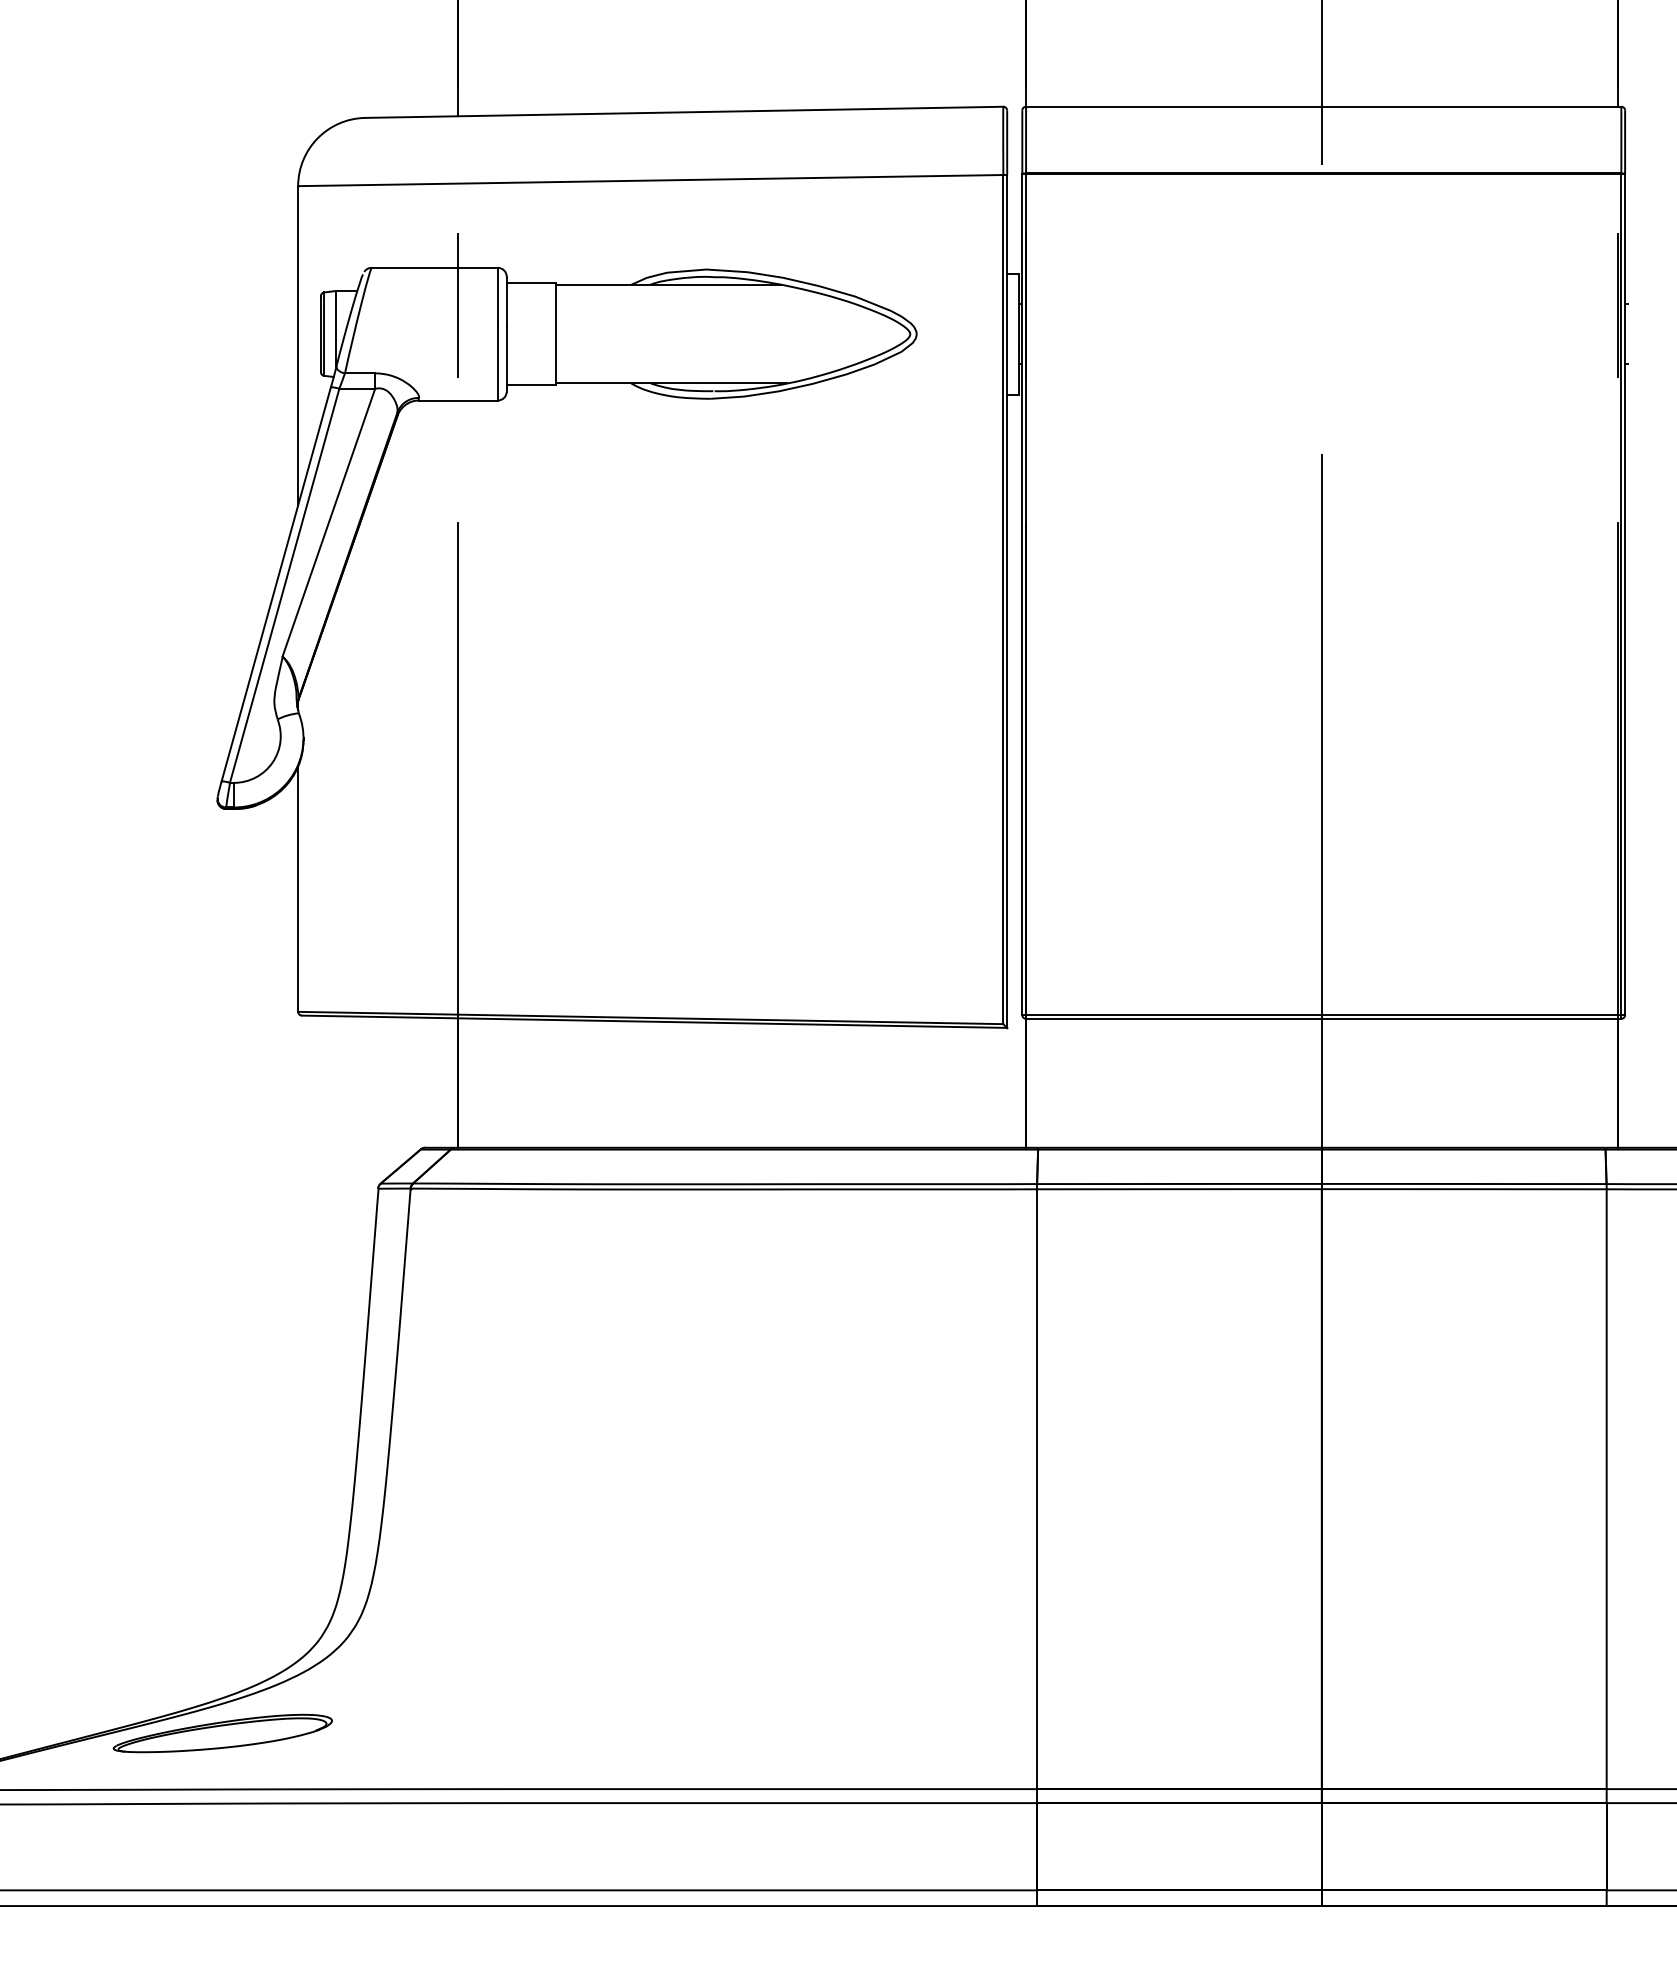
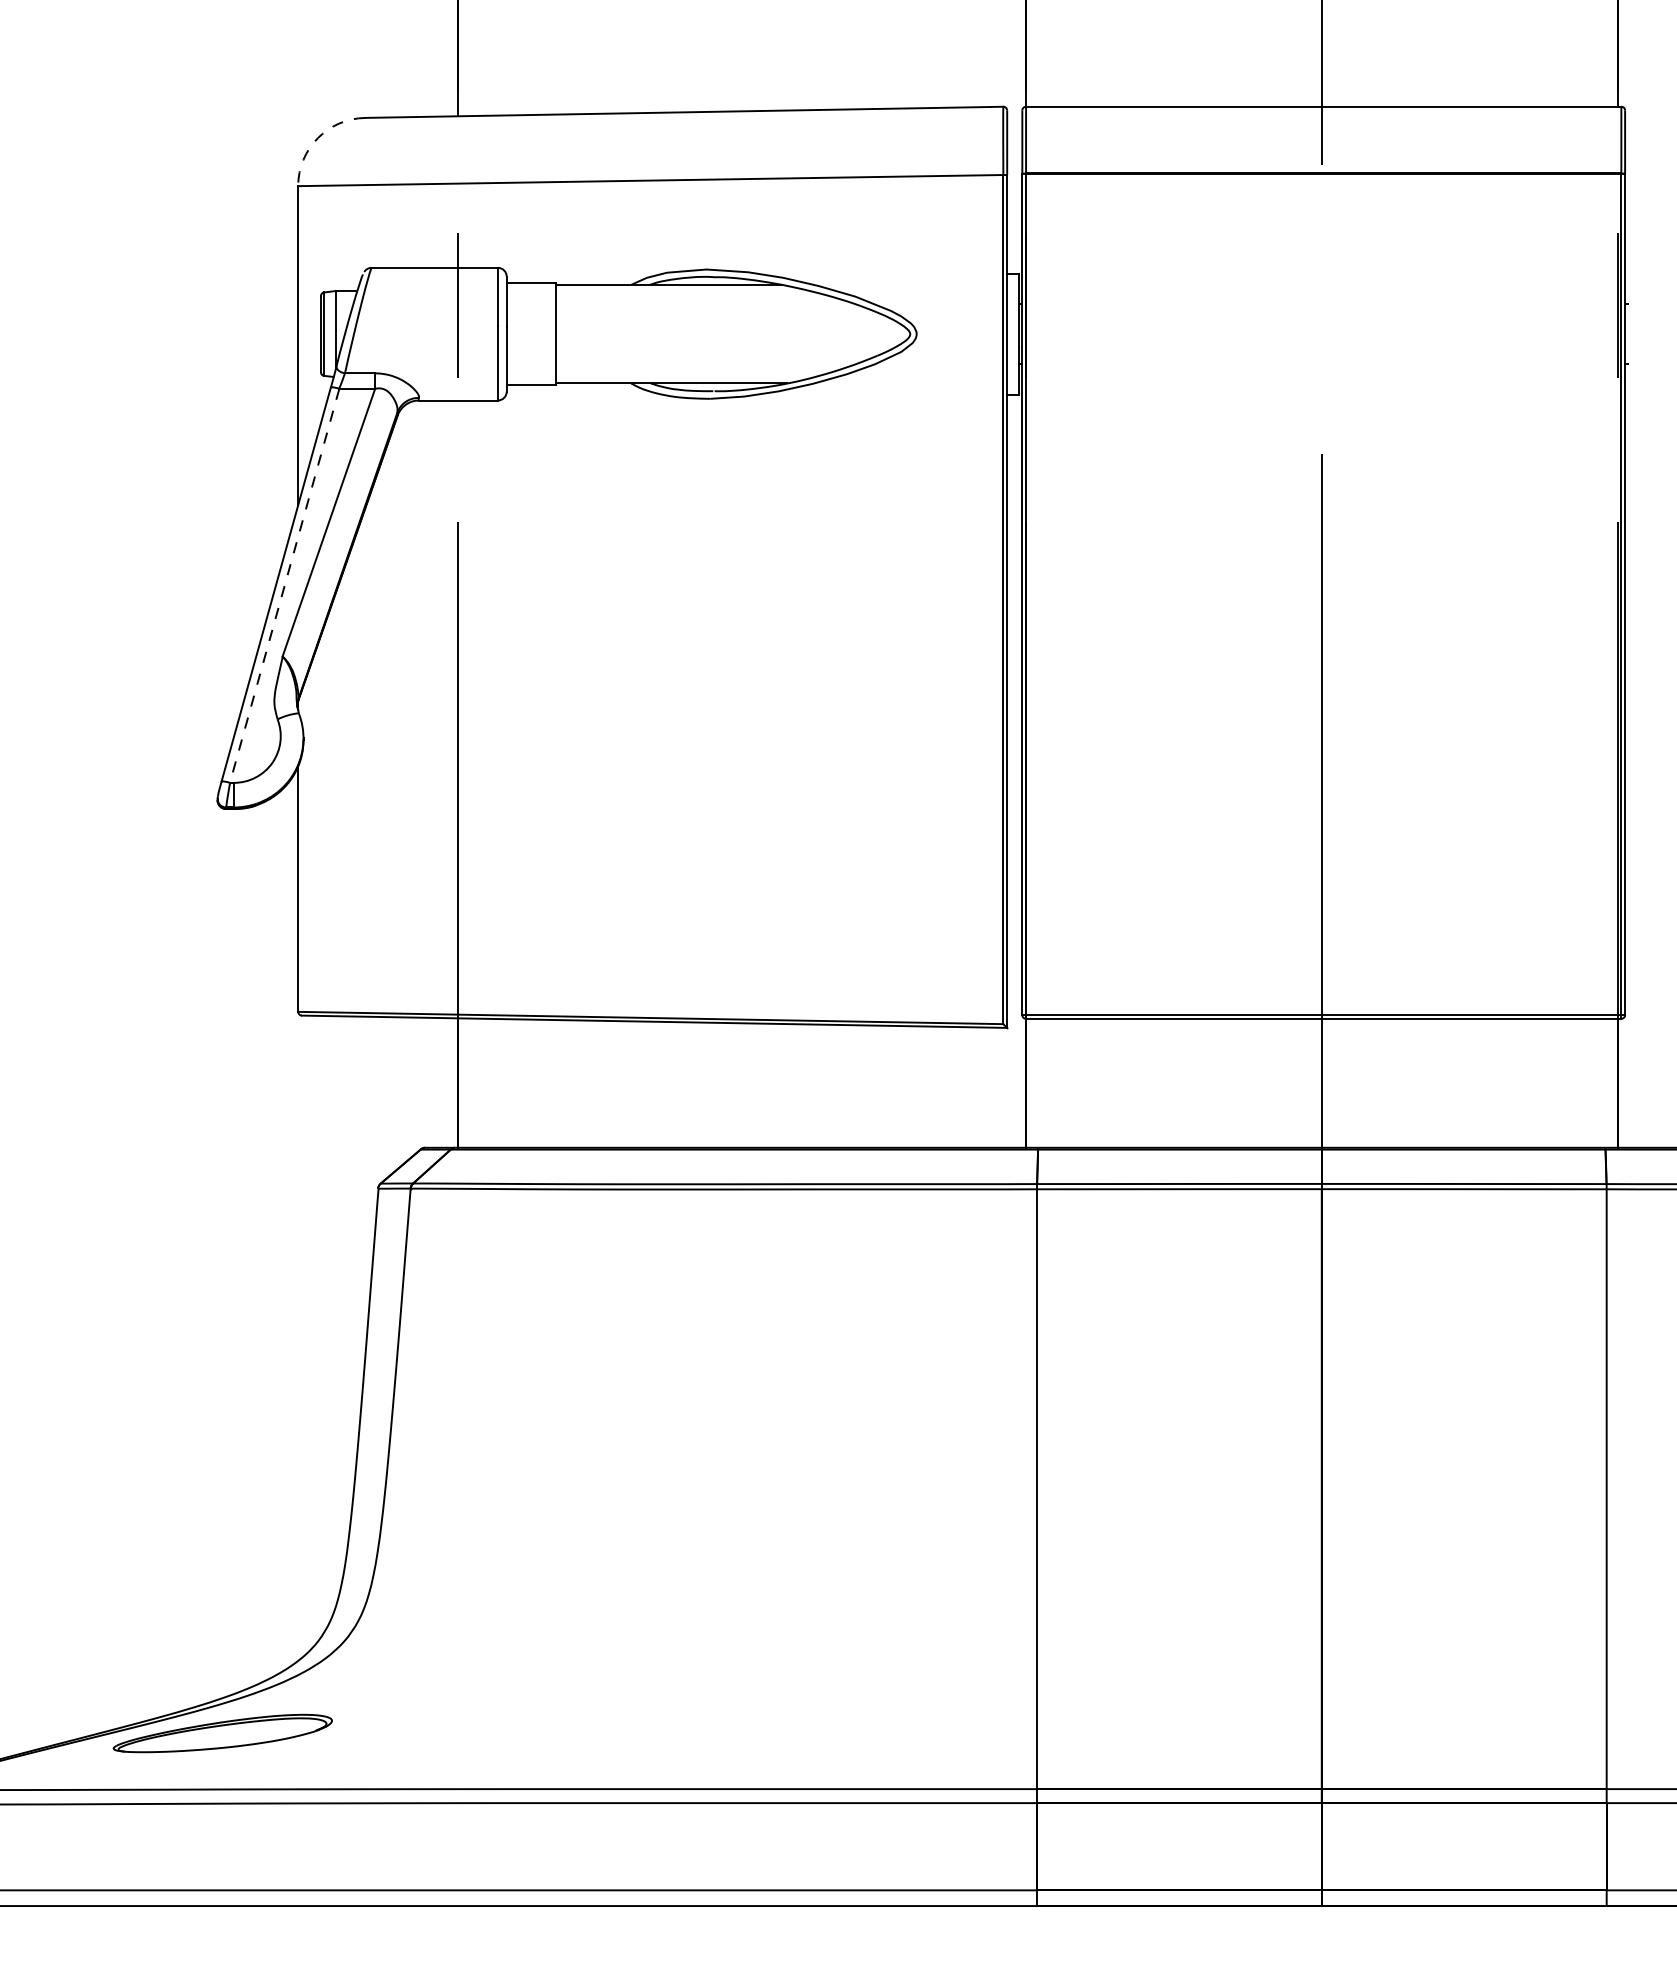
arc at (317, 138): solid -> dashed
line at (284, 586): solid -> dashed
